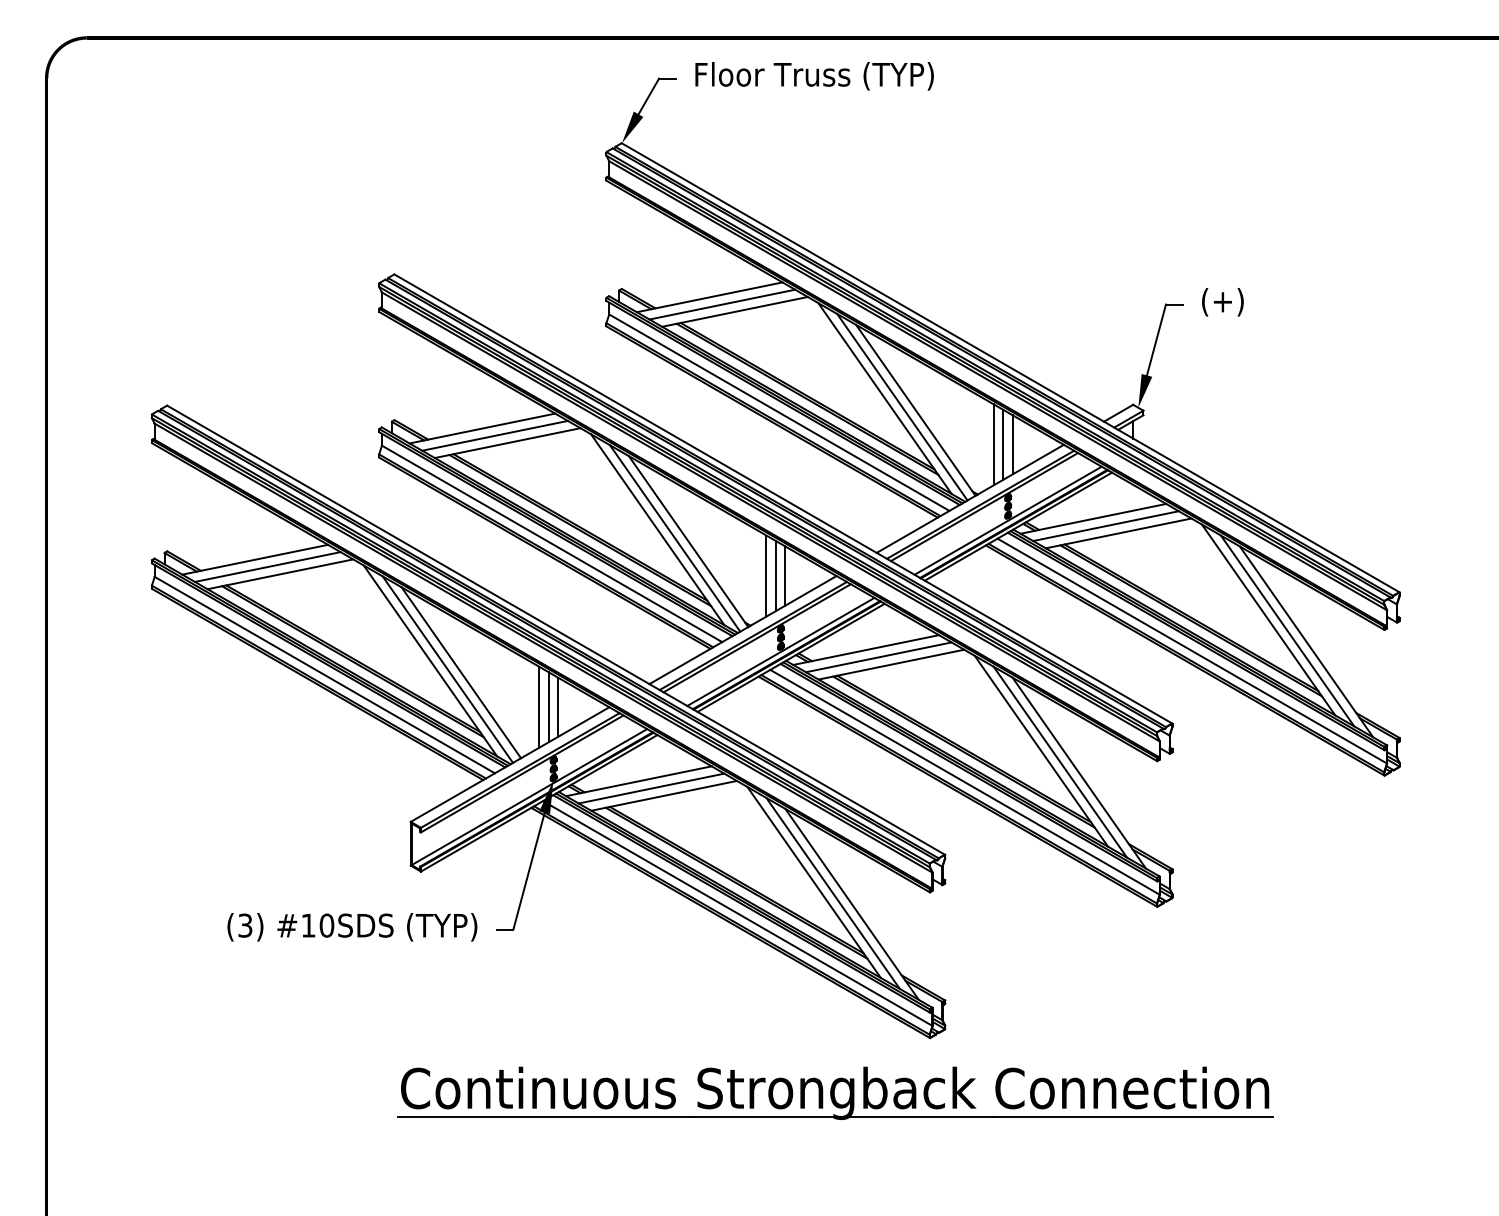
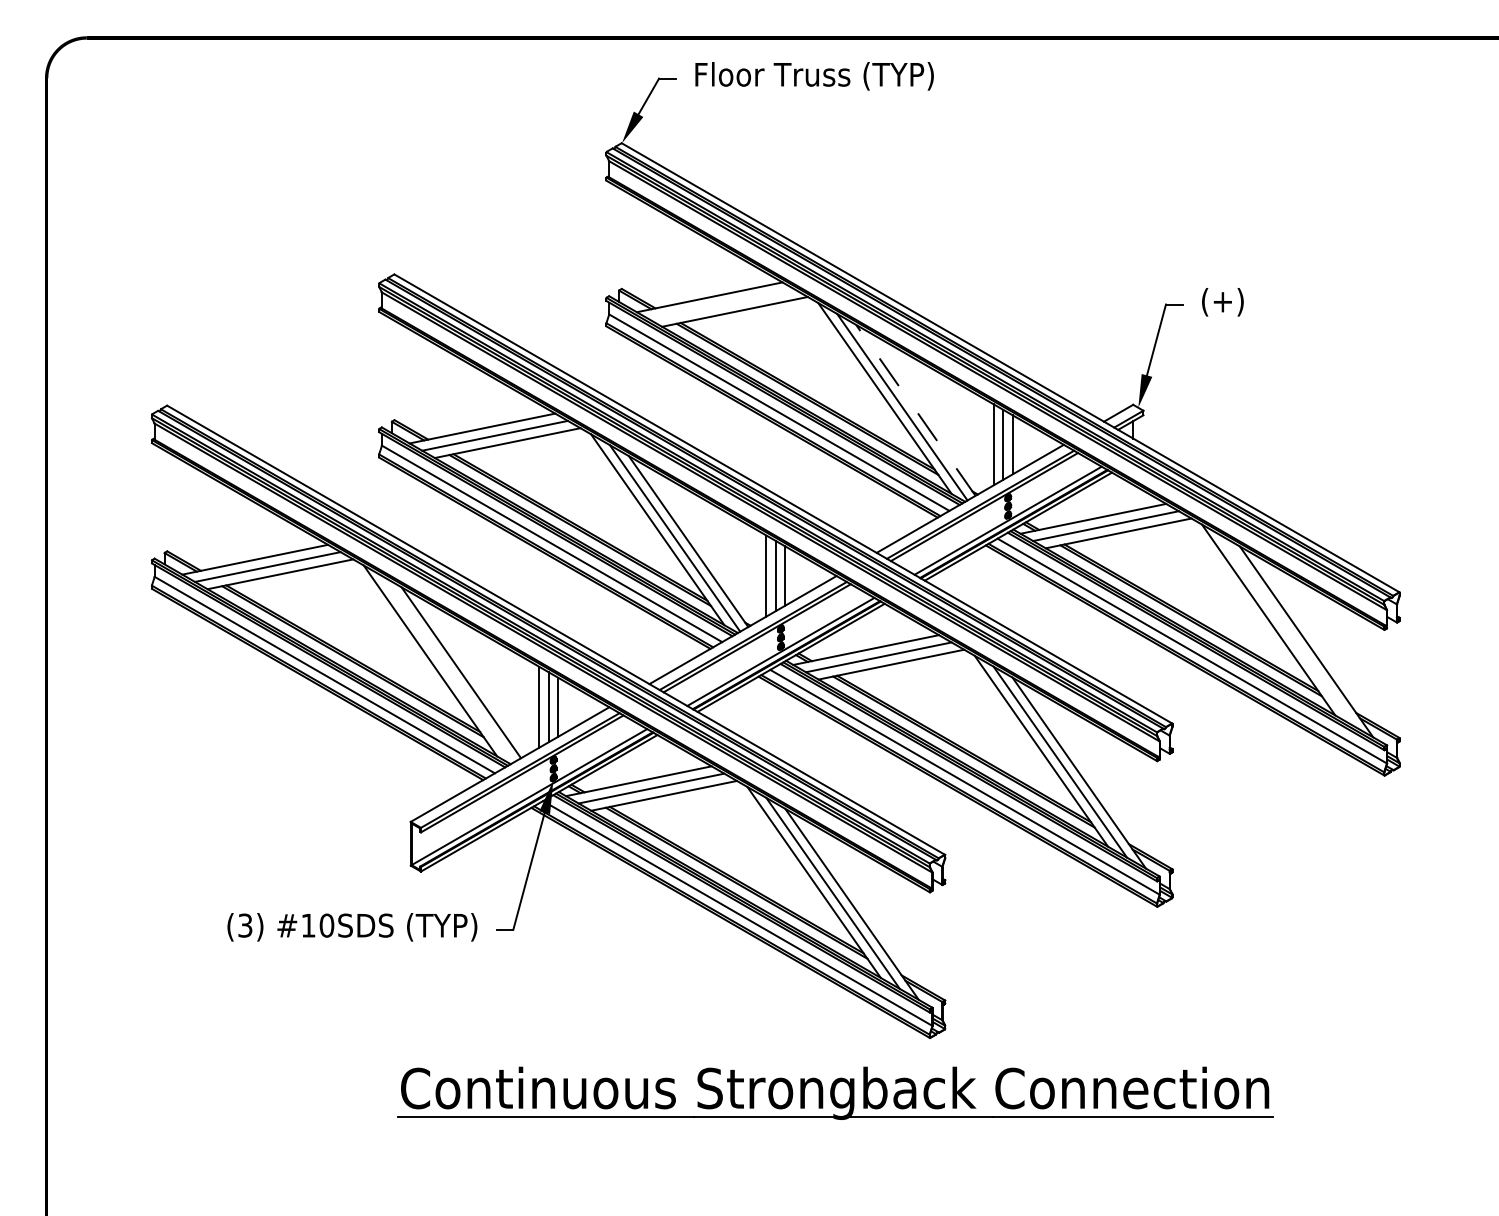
line at (722, 304): present -> none
line at (915, 409): solid -> dashed
line at (1287, 630): present -> none
line at (447, 669): present -> none
